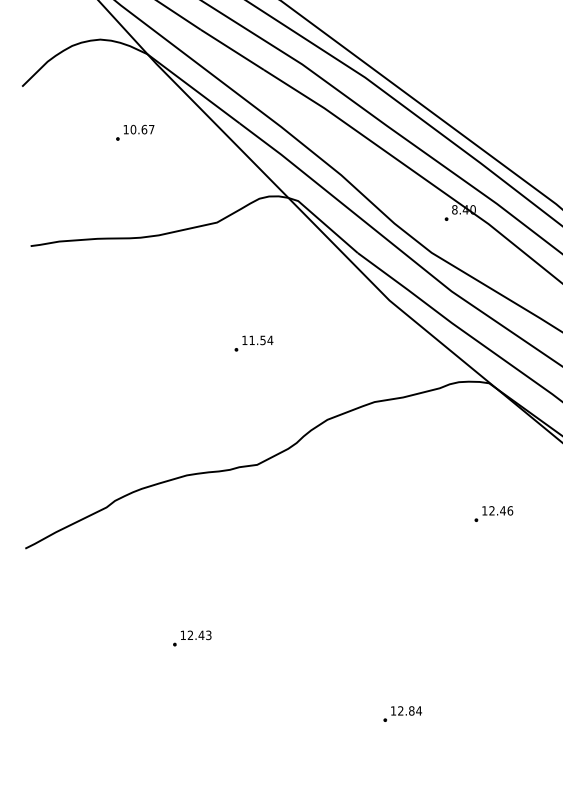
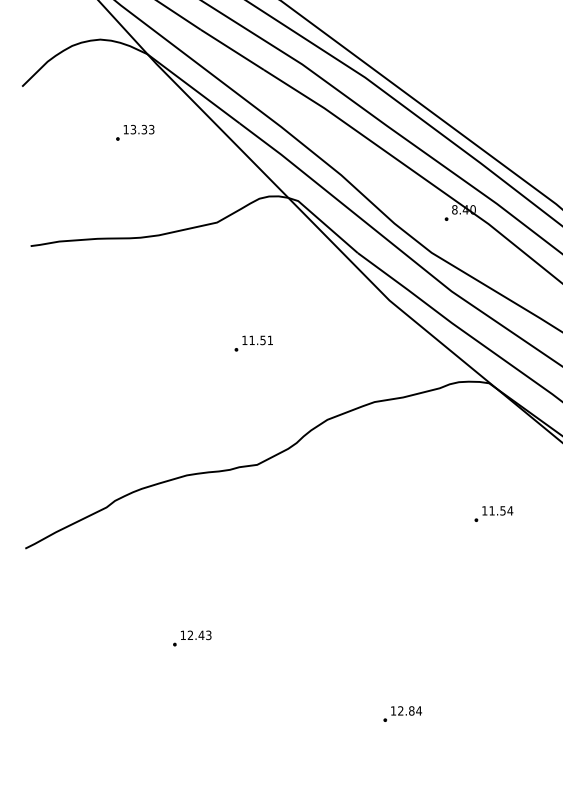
text at (142, 129): 10.67 -> 13.33
text at (270, 339): 11.54 -> 11.51
text at (501, 510): 12.46 -> 11.54
